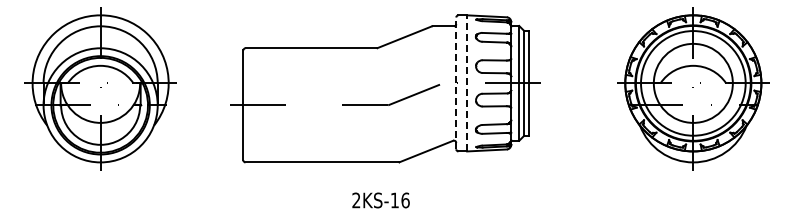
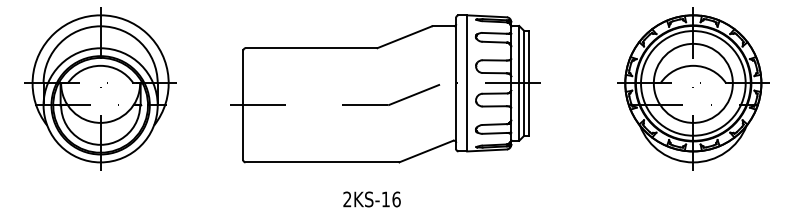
line at (467, 82): dashed -> solid
line at (456, 83): dashed -> solid
text at (380, 200) position: (380, 200) -> (371, 199)
